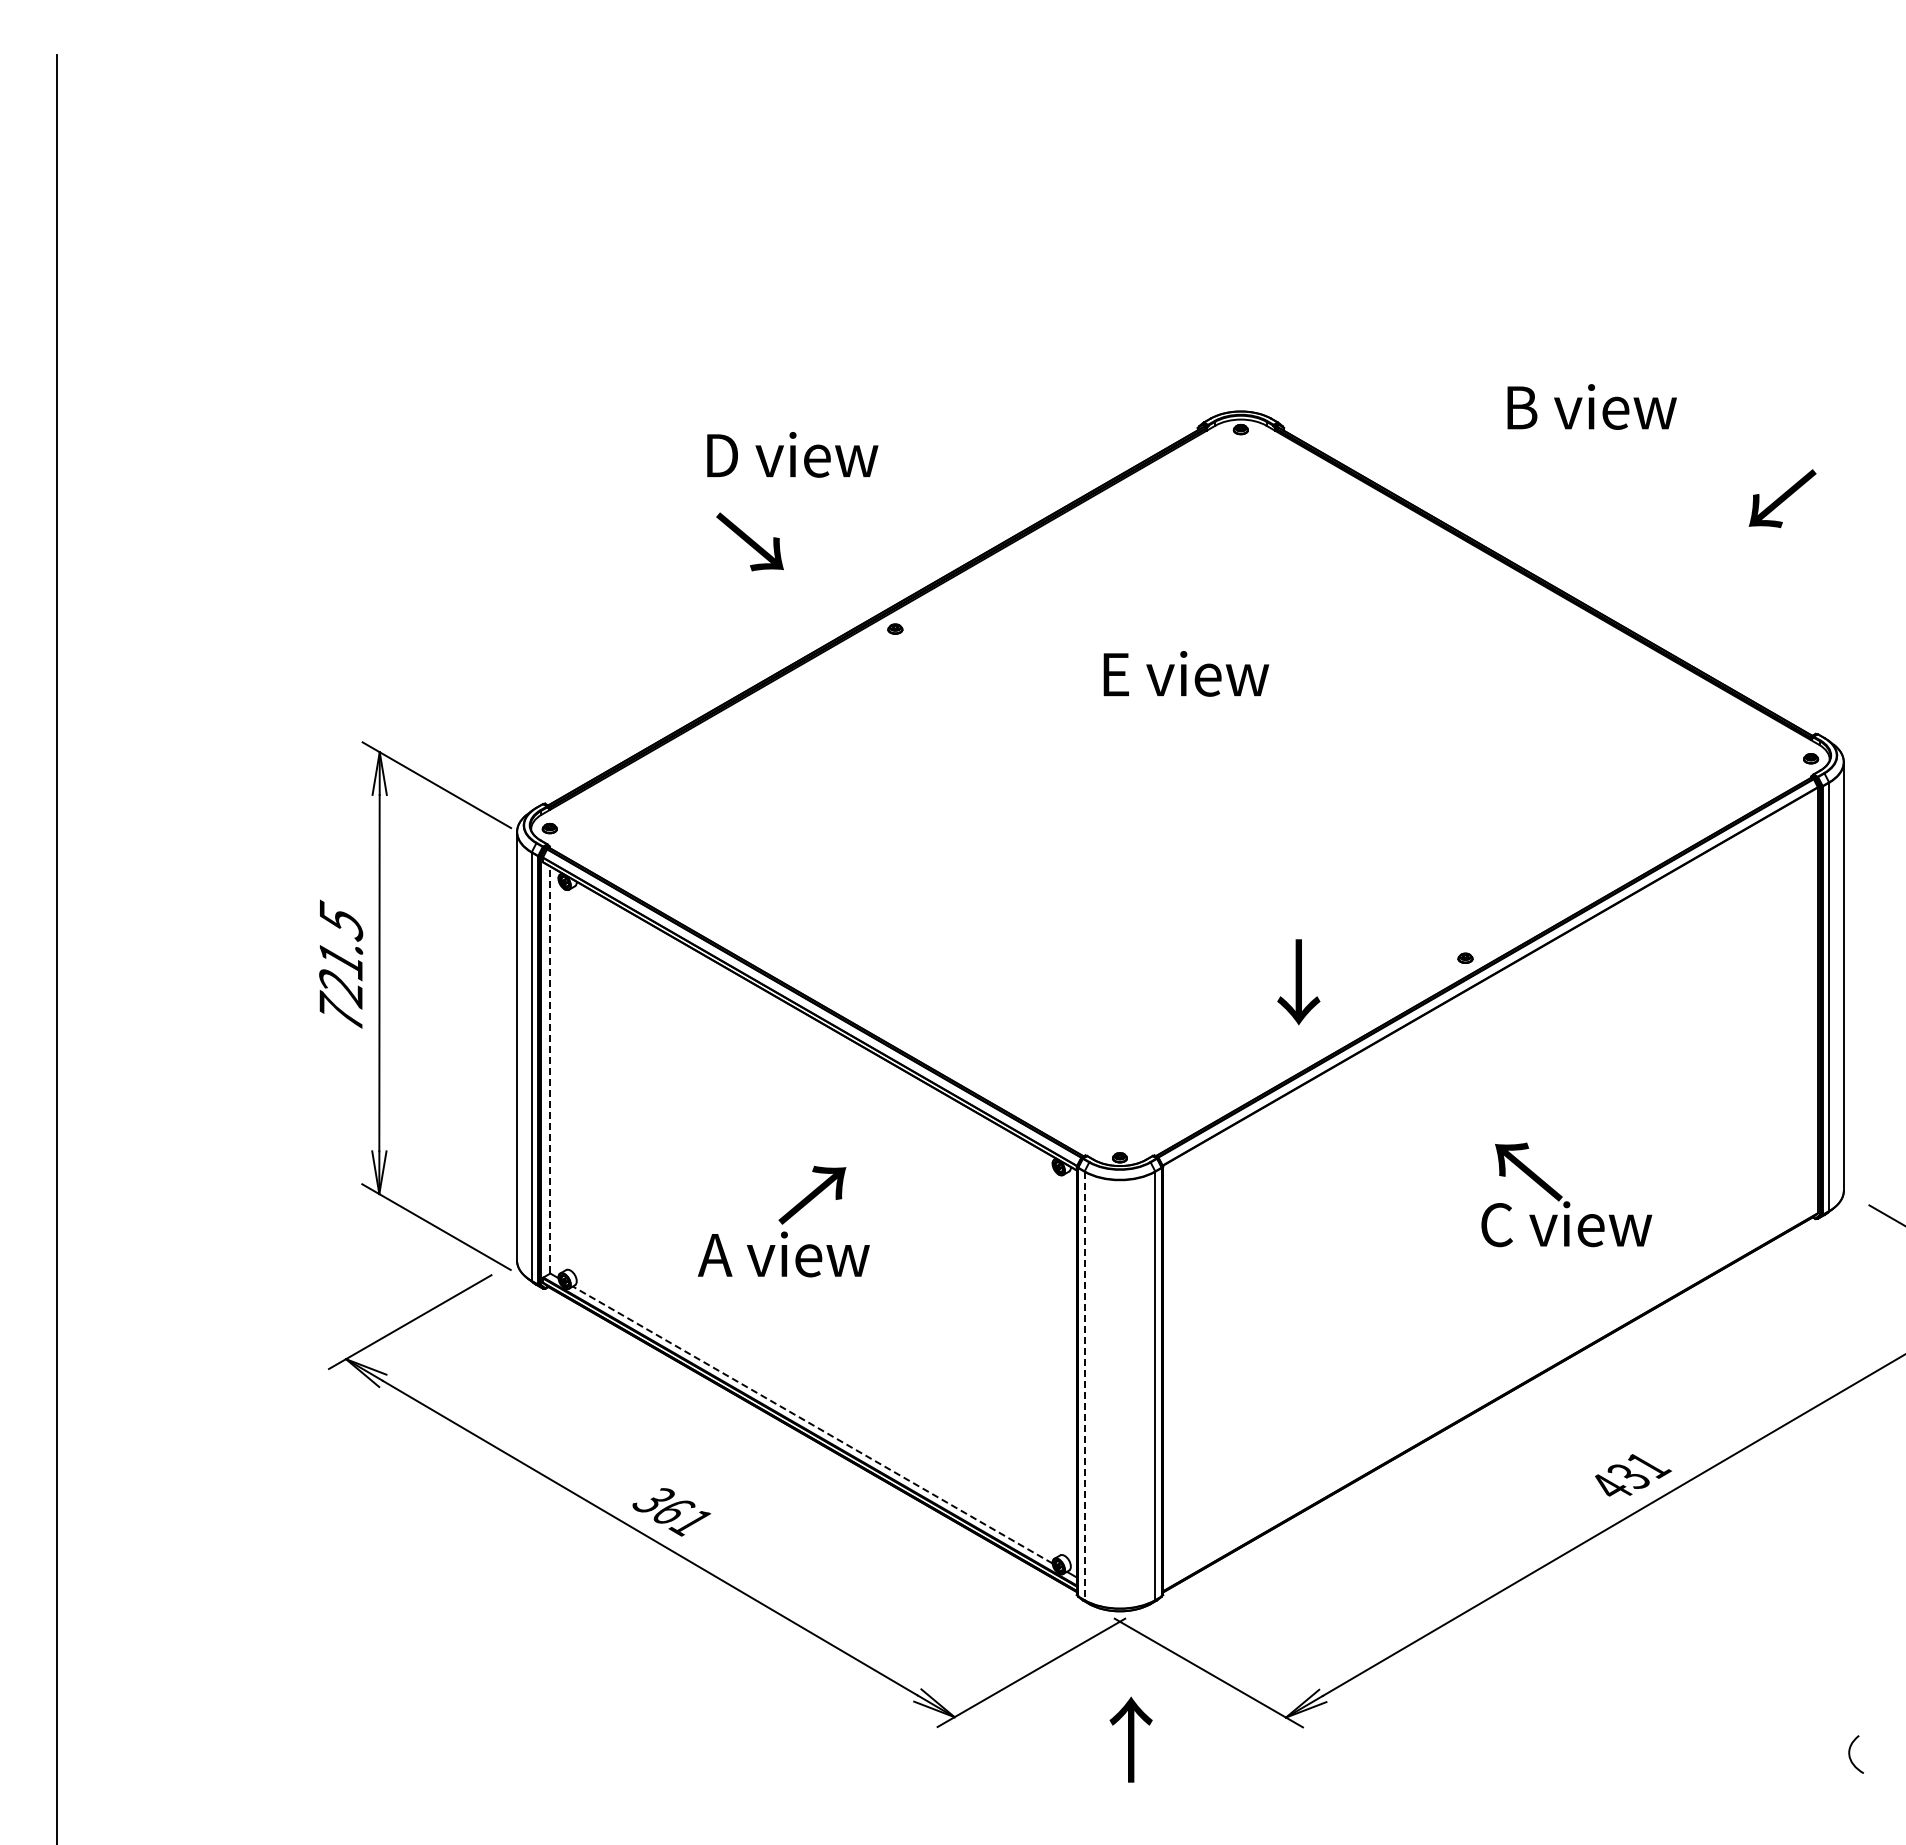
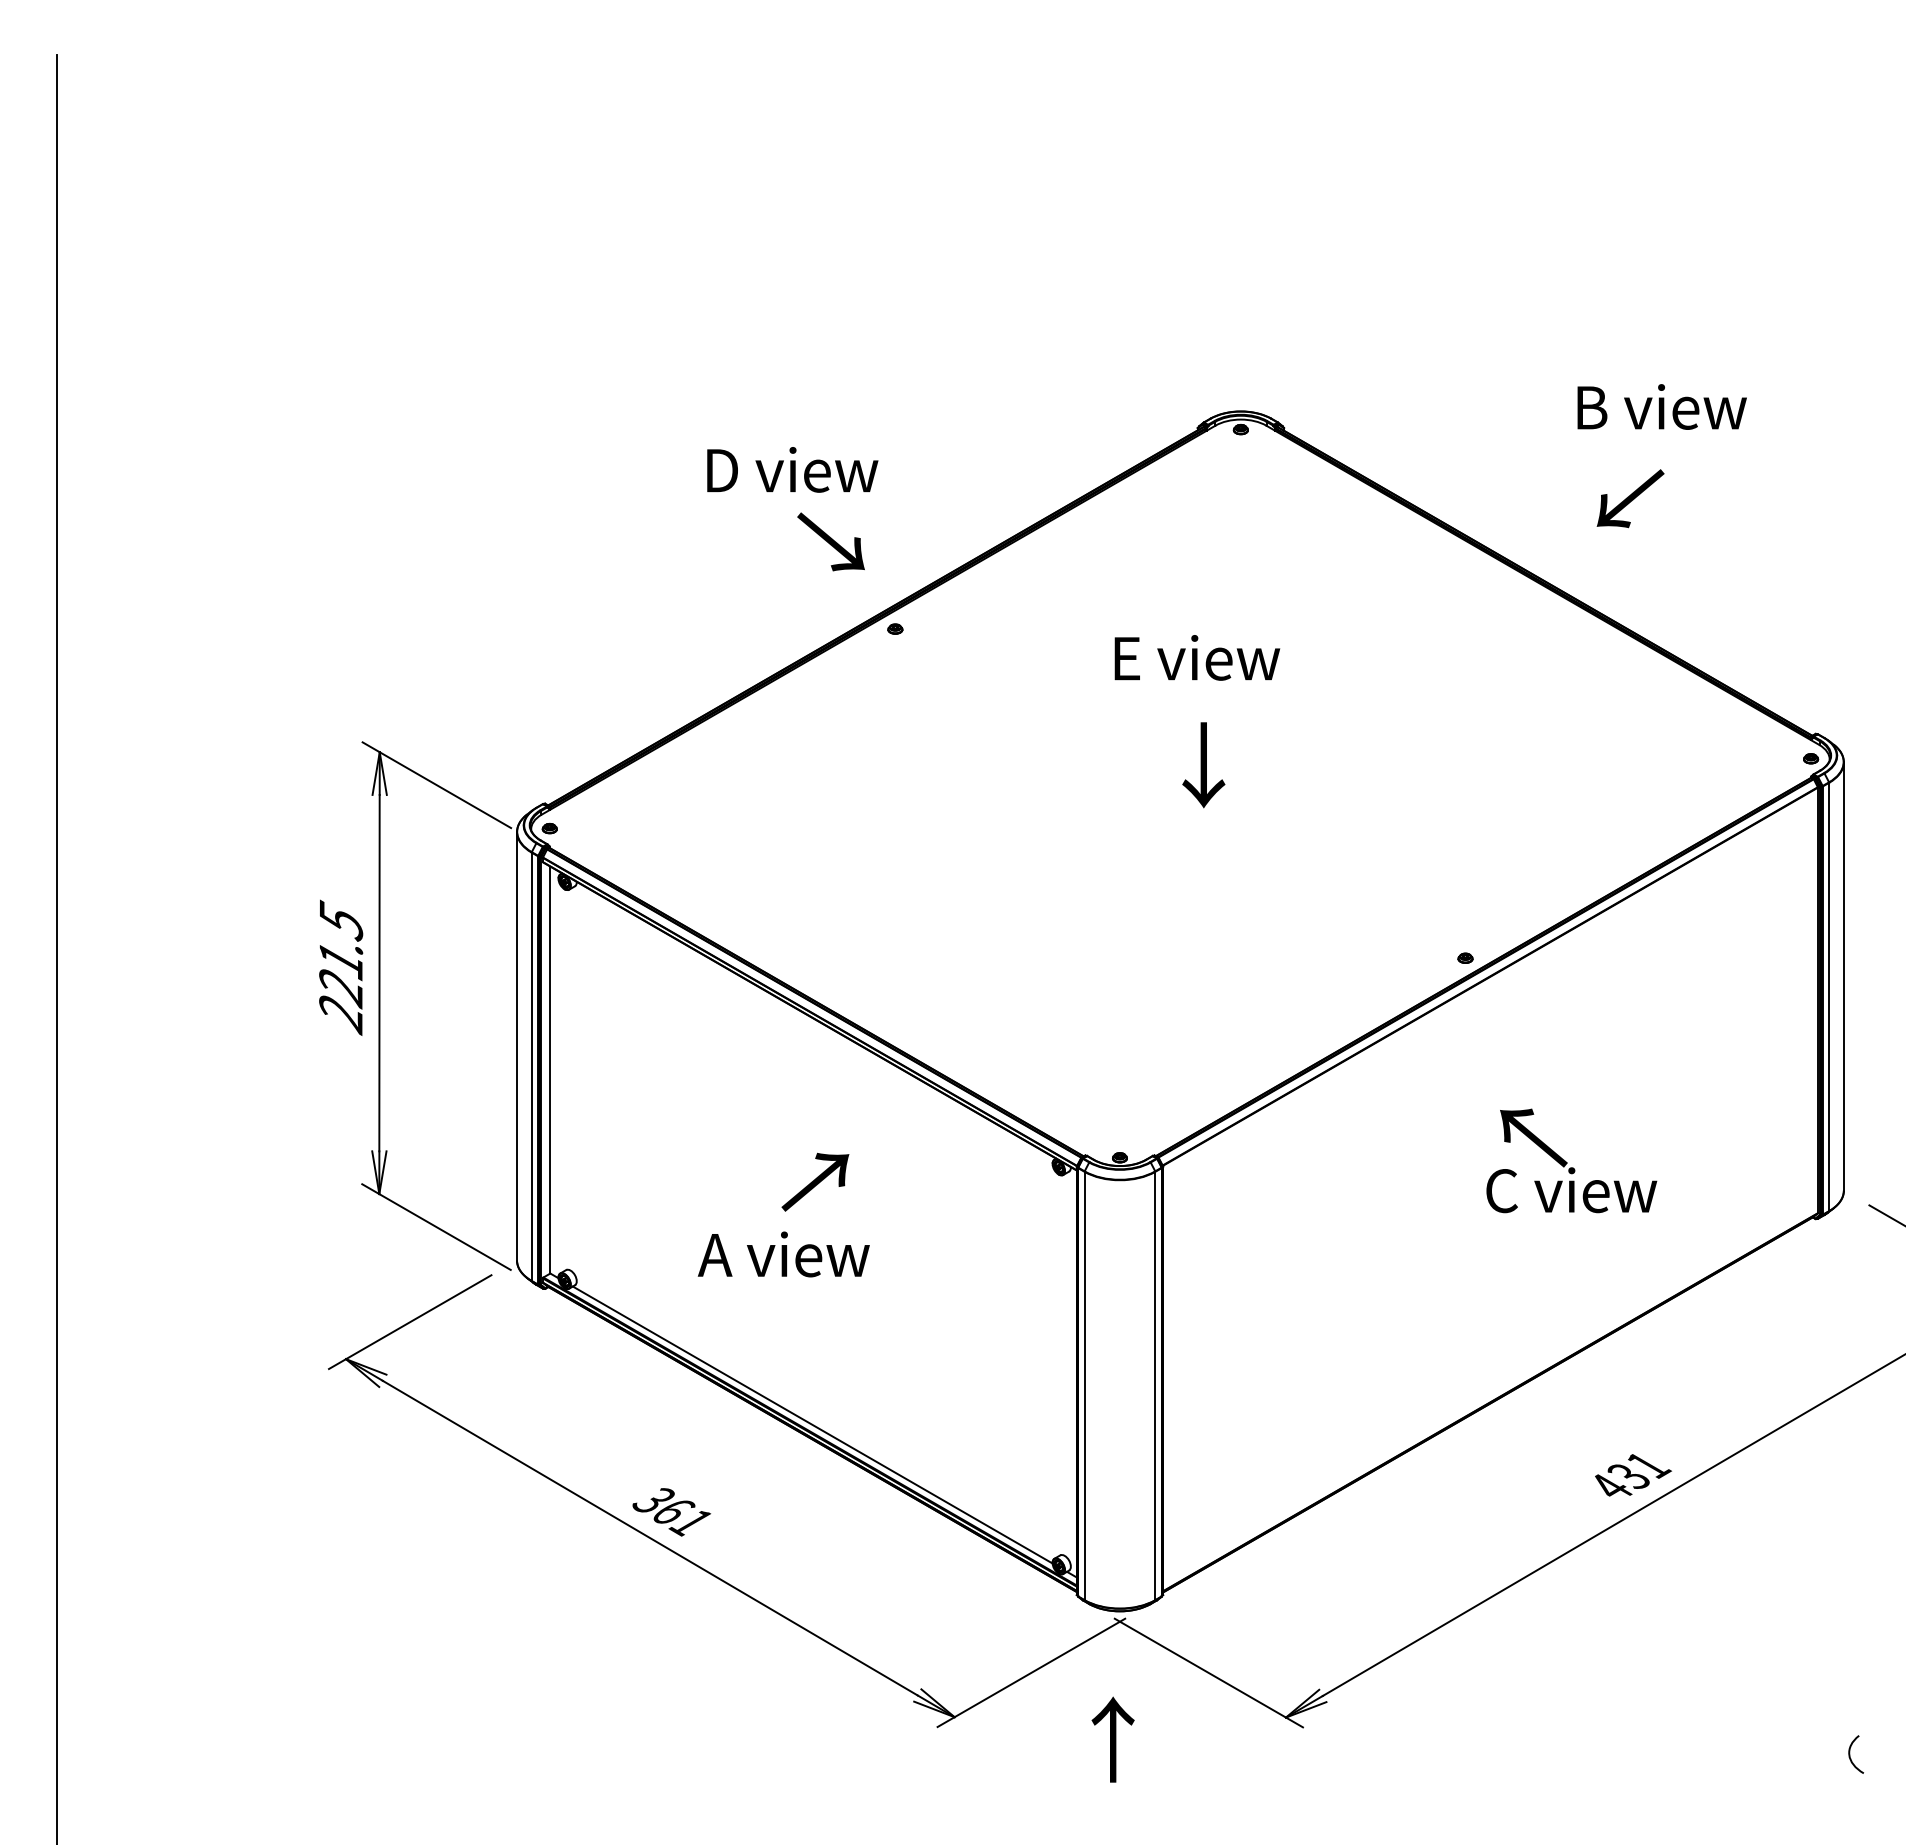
text at (1591, 406) position: (1591, 406) -> (1661, 406)
text at (792, 454) position: (792, 454) -> (792, 469)
text at (1782, 498) position: (1782, 498) -> (1630, 498)
text at (749, 541) position: (749, 541) -> (830, 541)
text at (1186, 673) position: (1186, 673) -> (1197, 657)
text at (1298, 982) position: (1298, 982) -> (1203, 765)
text at (340, 1012): 721.5 -> 221.5
line at (550, 1069): dashed -> solid
text at (812, 1194) position: (812, 1194) -> (815, 1181)
text at (1566, 1194) position: (1566, 1194) -> (1571, 1160)
line at (1084, 1386): dashed -> solid
line at (812, 1425): dashed -> solid
text at (1130, 1739) position: (1130, 1739) -> (1112, 1739)
